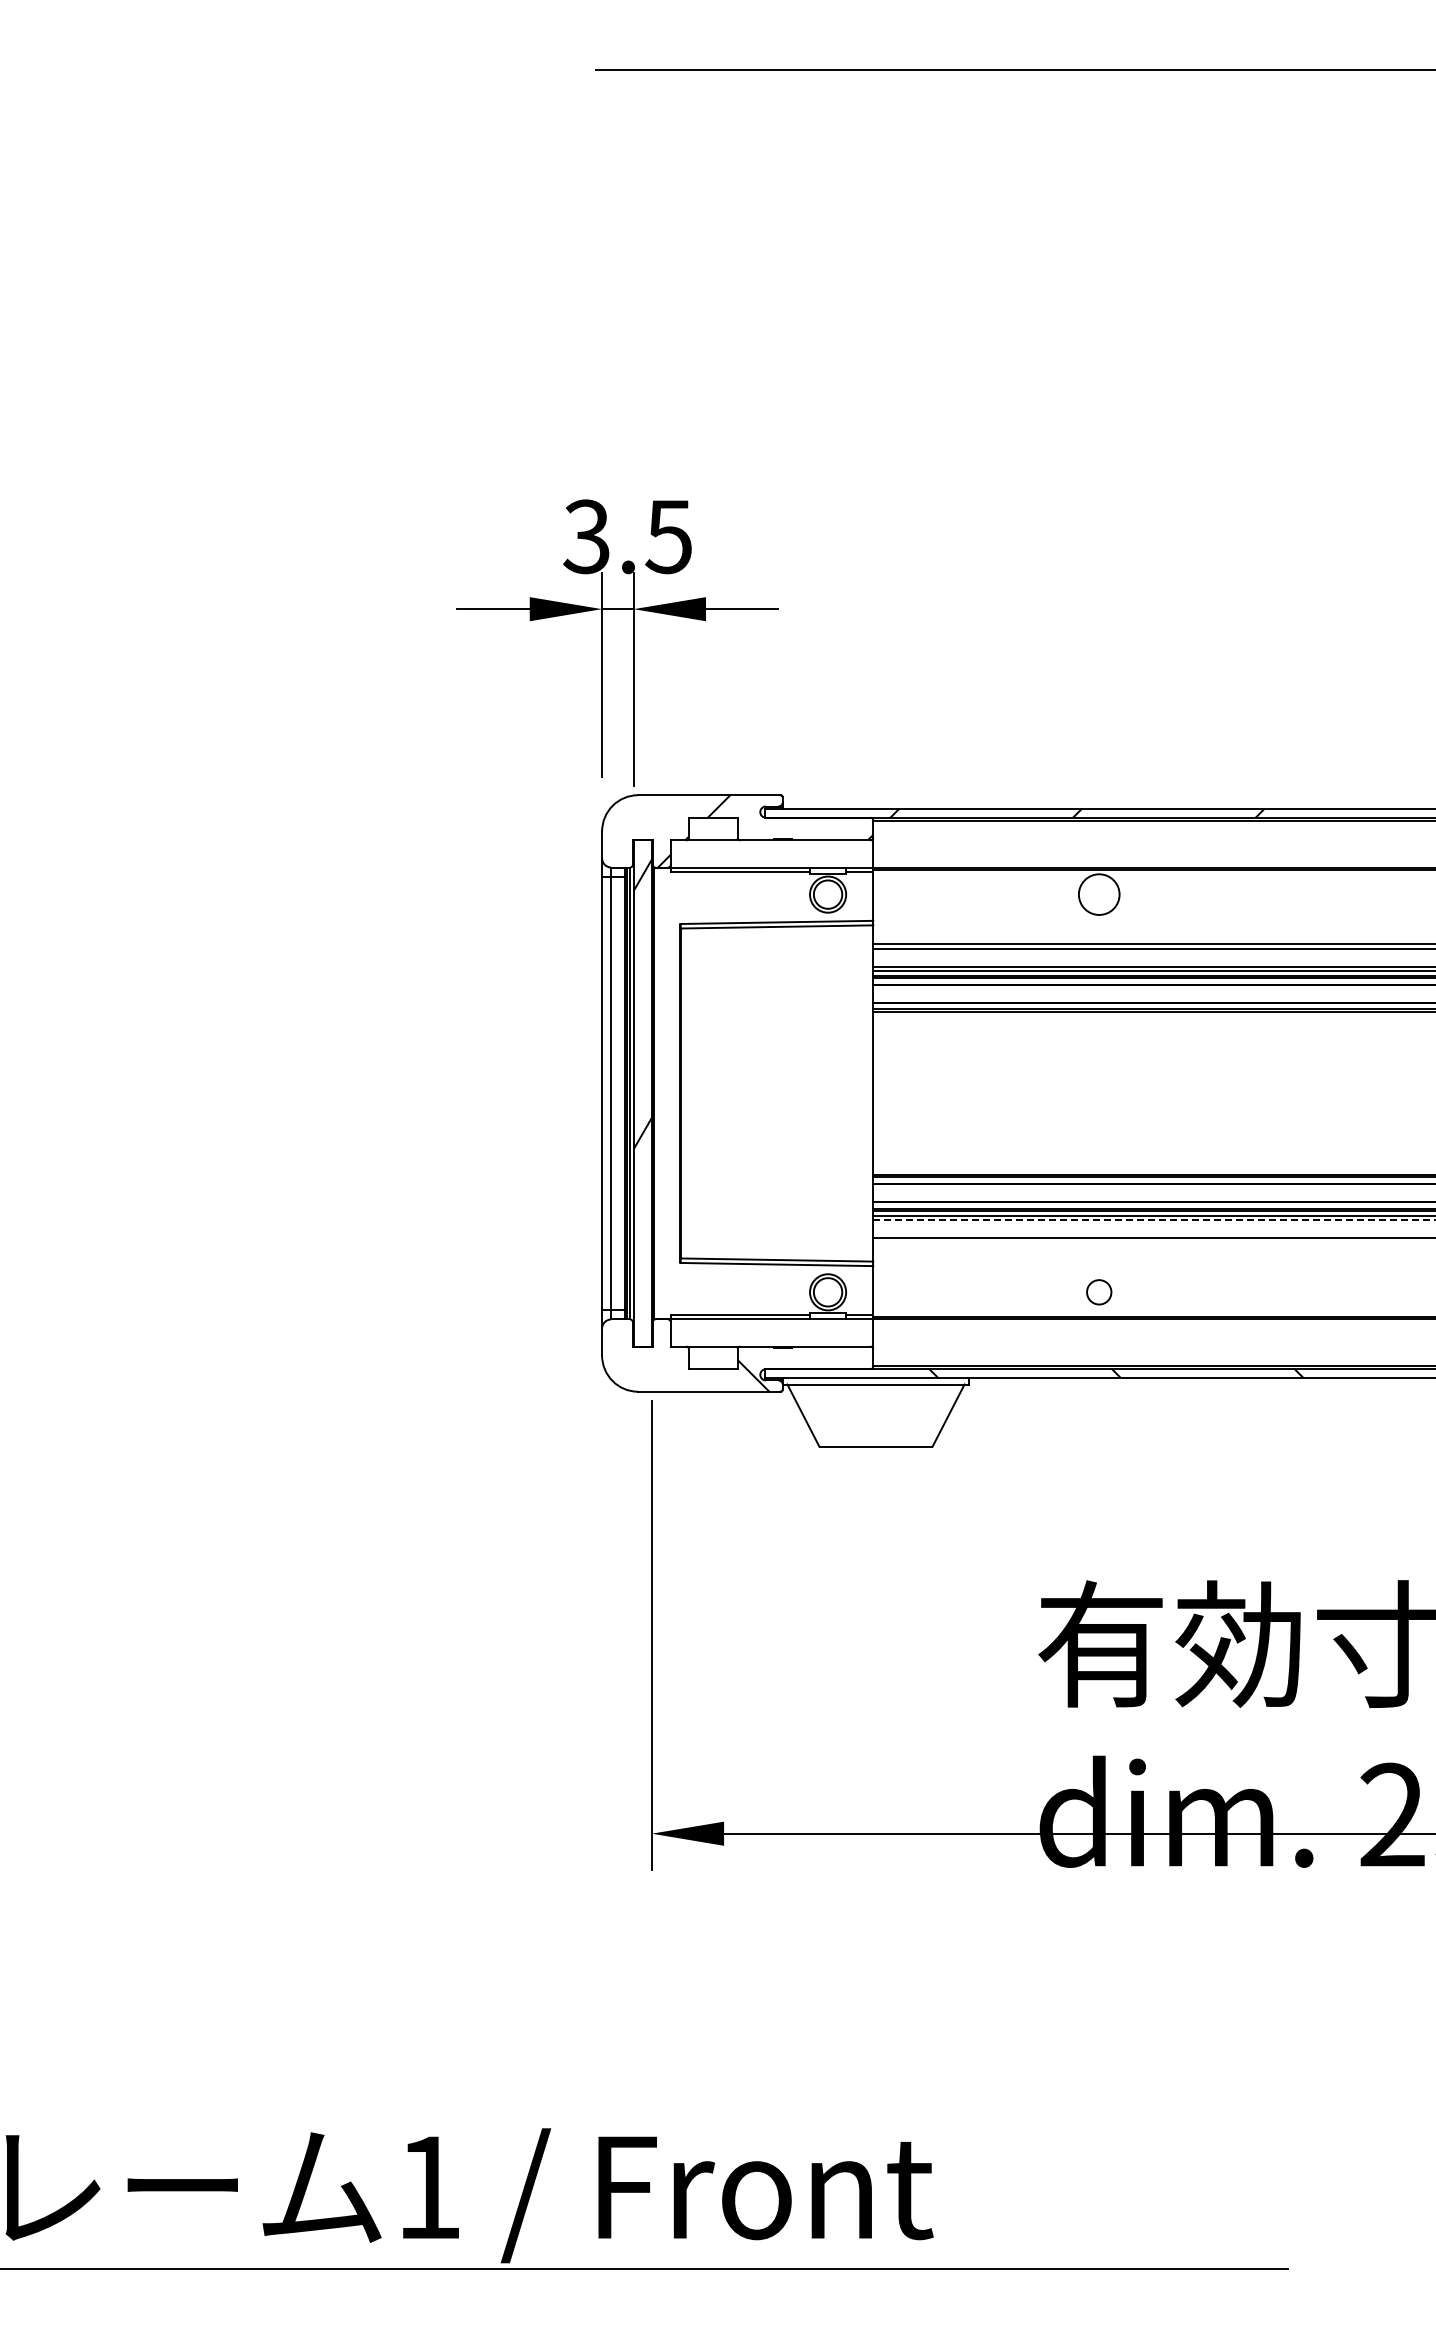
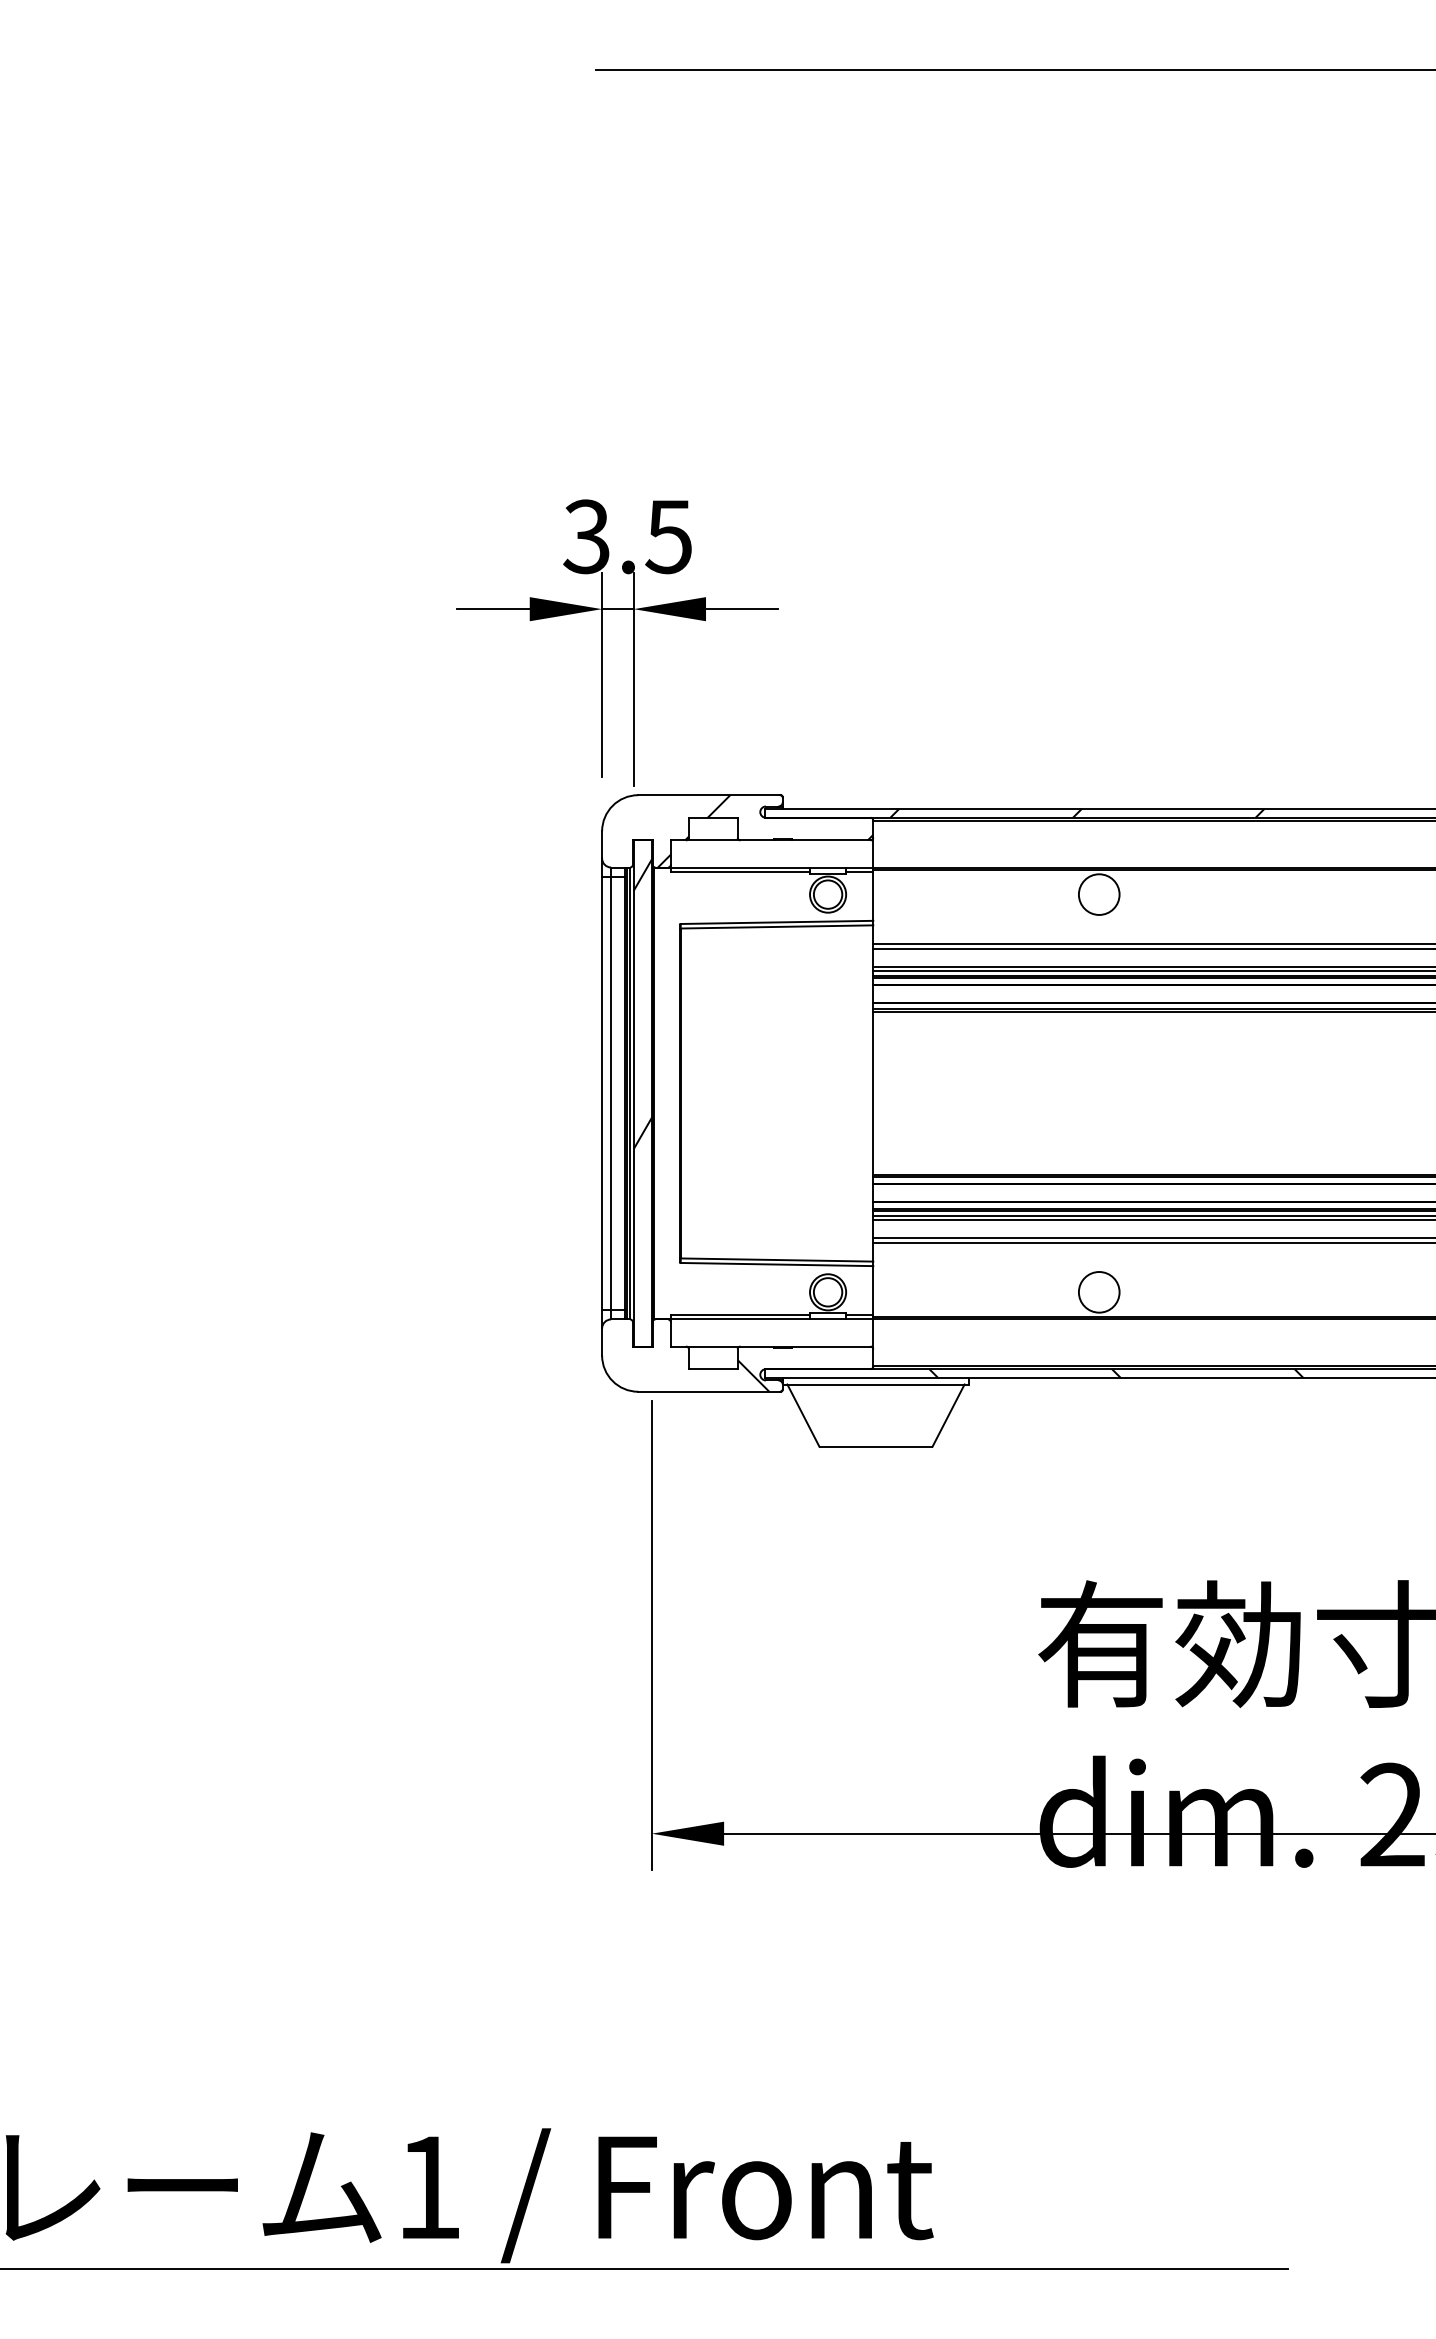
line at (1154, 1220): dashed -> solid
line at (1152, 1242): none -> present
circle at (1099, 1292) diameter: 24 px -> 41 px
